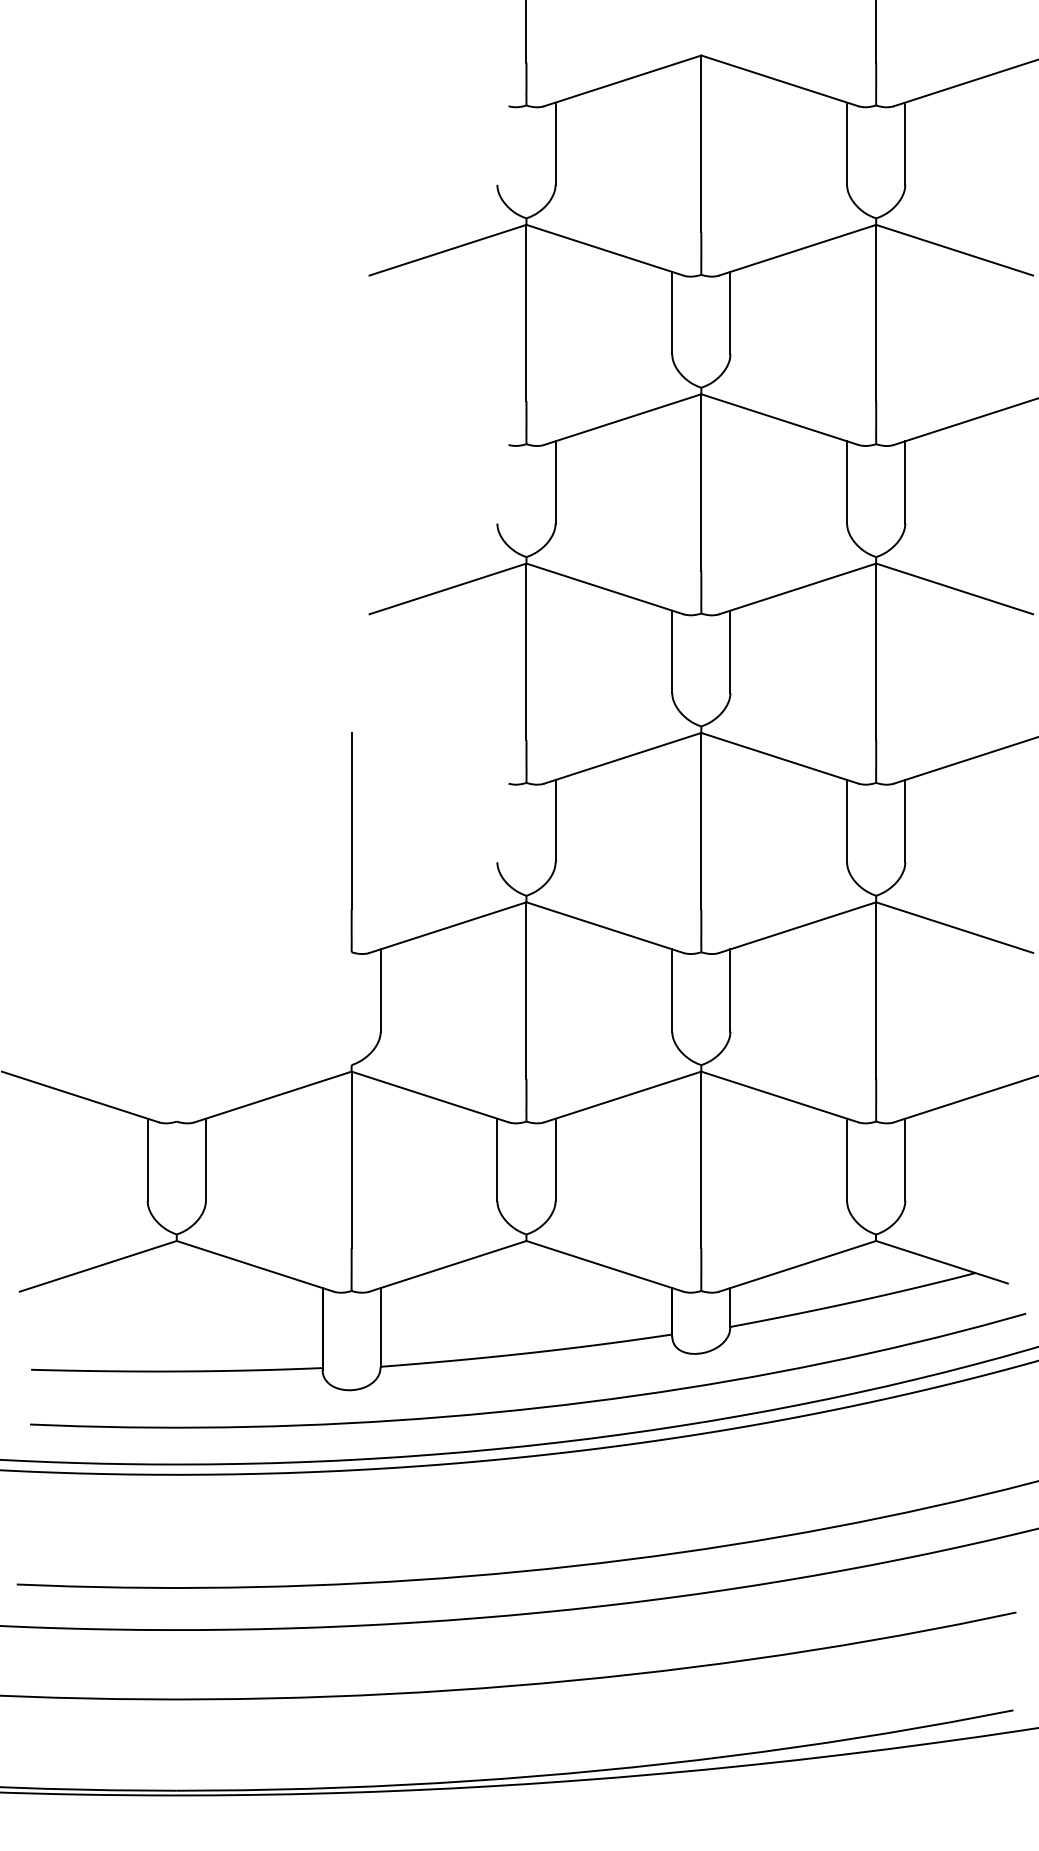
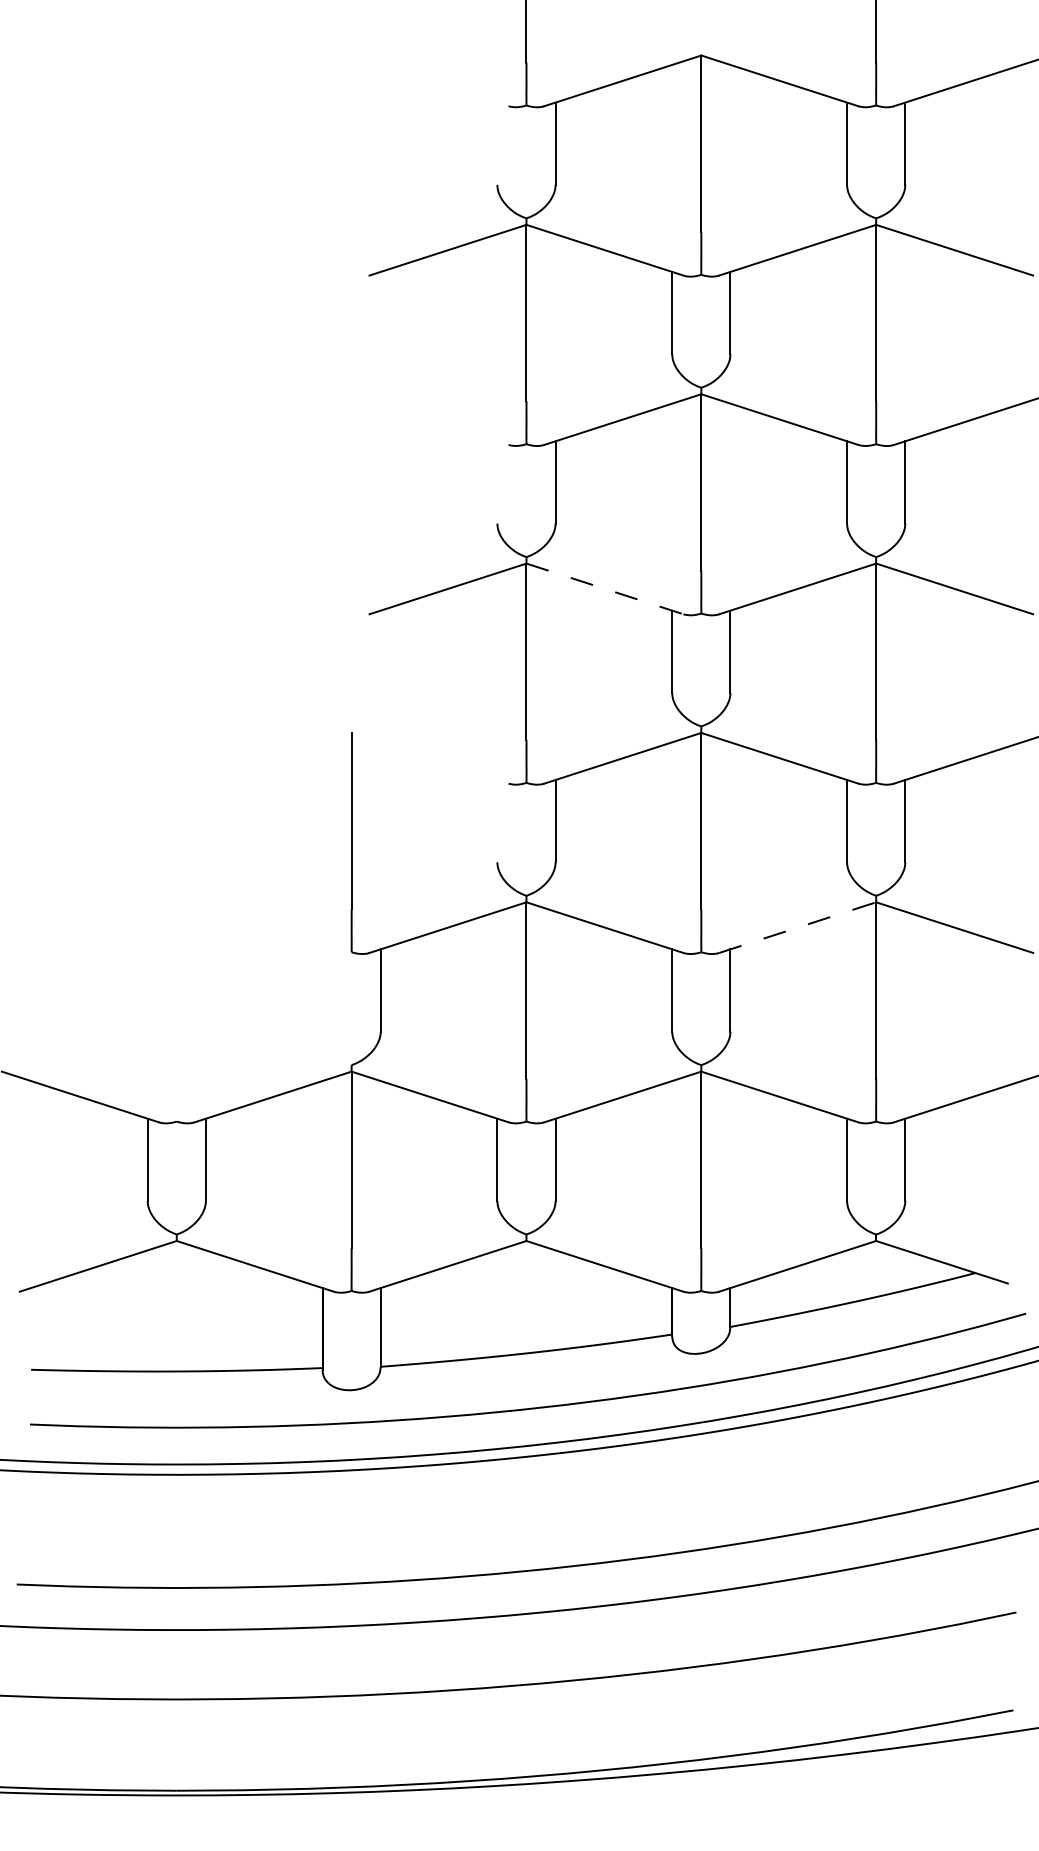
line at (605, 589): solid -> dashed
line at (798, 927): solid -> dashed
